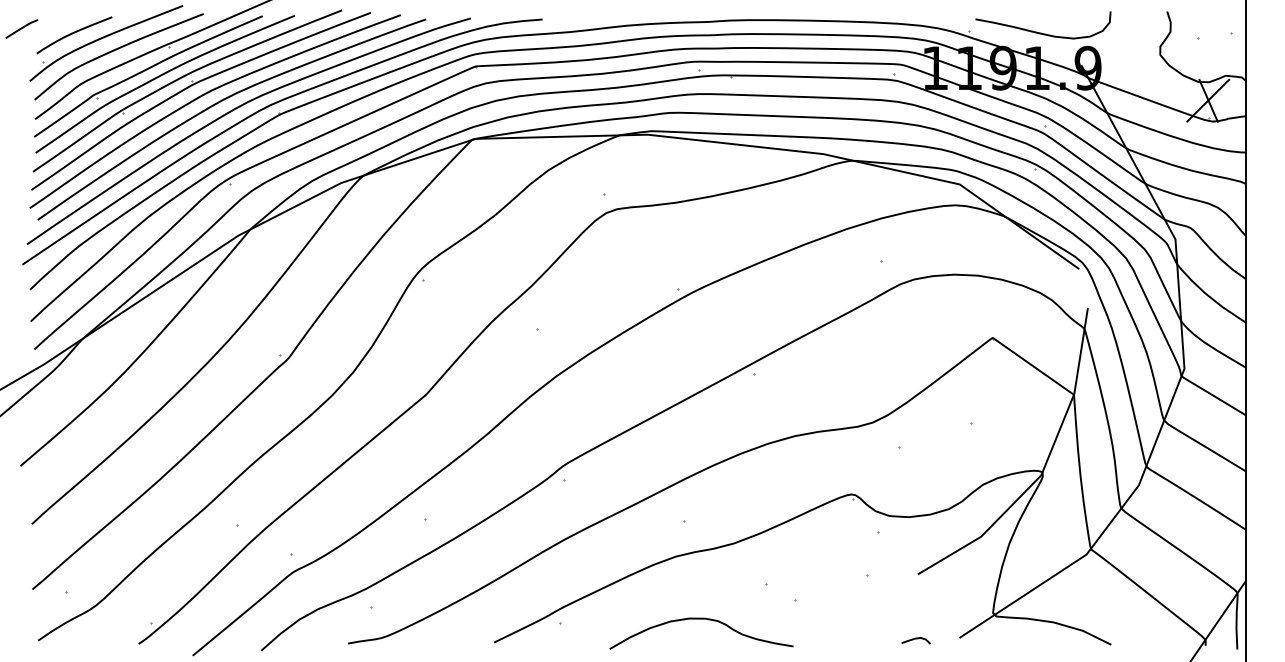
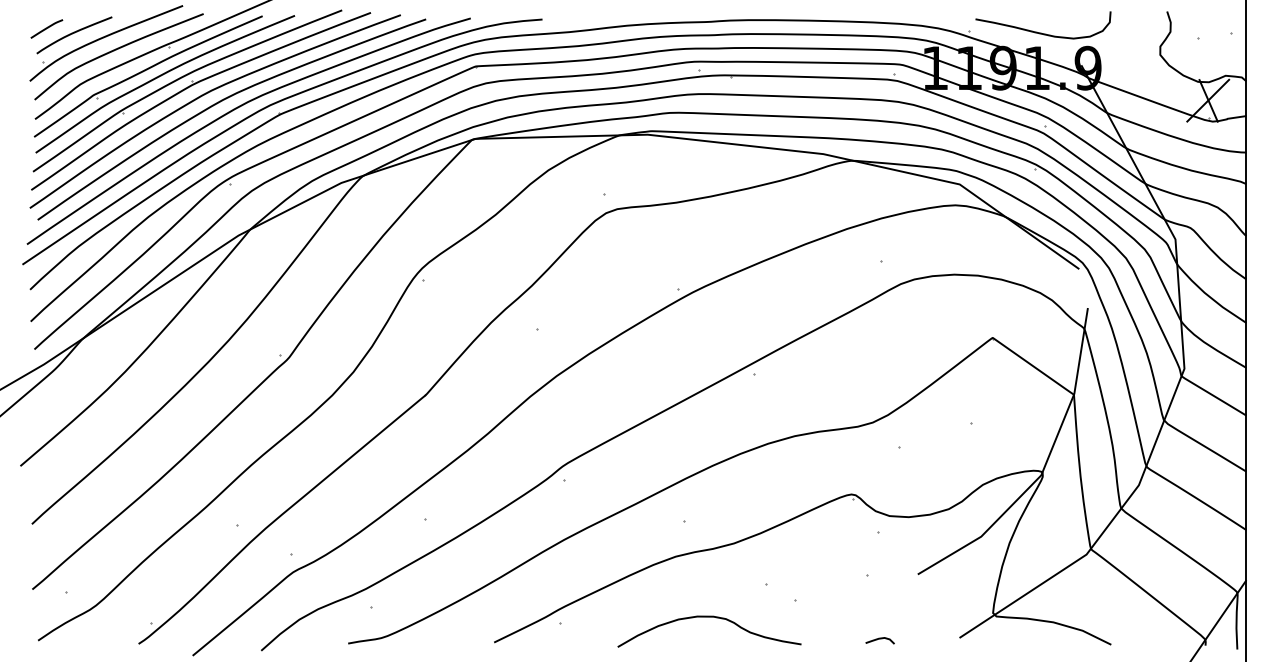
curve at (21, 28) position: (21, 28) -> (46, 28)
curve at (701, 619) position: (701, 619) -> (709, 617)
curve at (915, 639) position: (915, 639) -> (879, 639)
